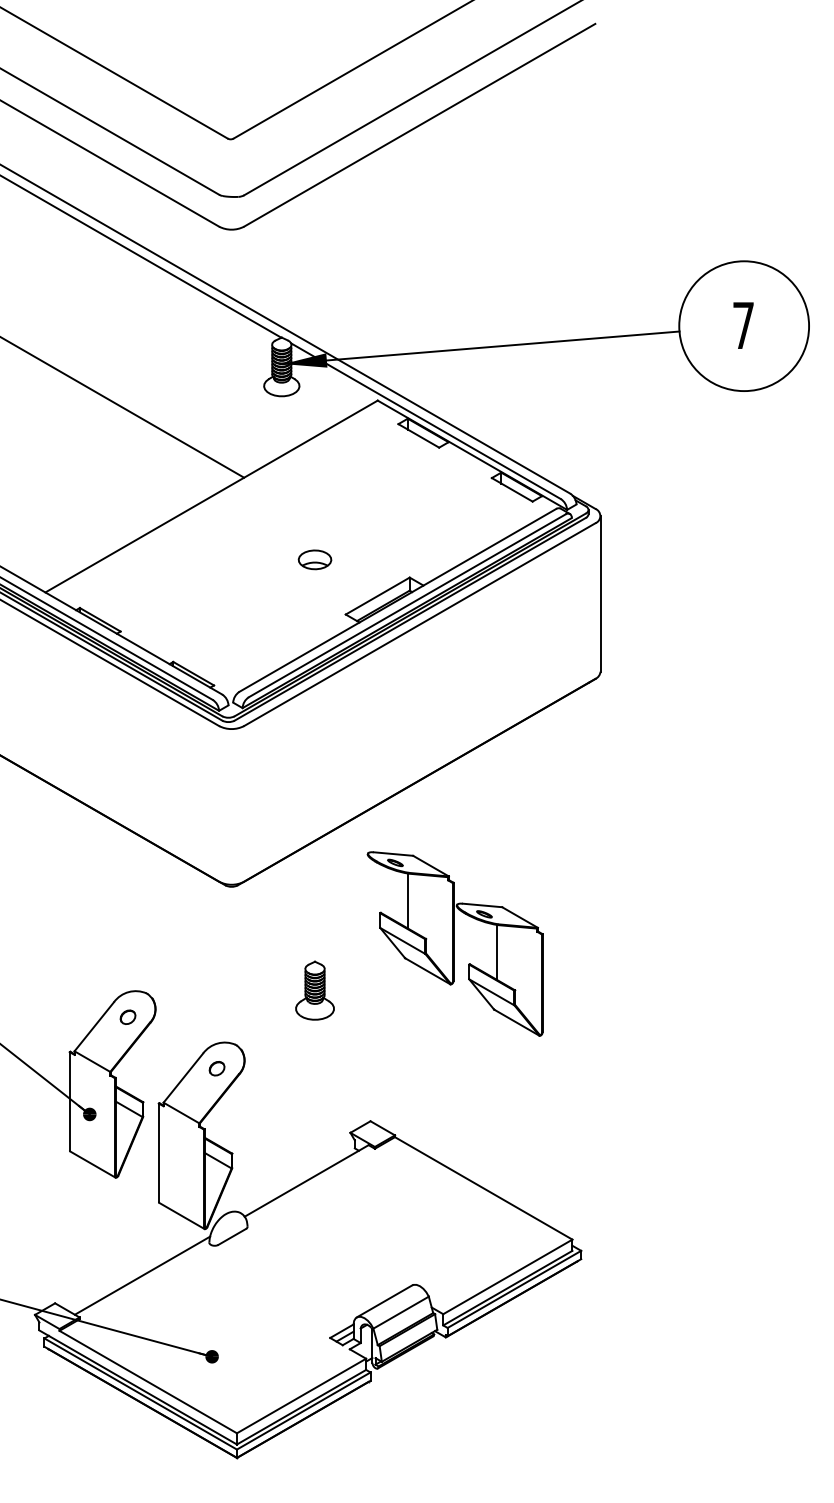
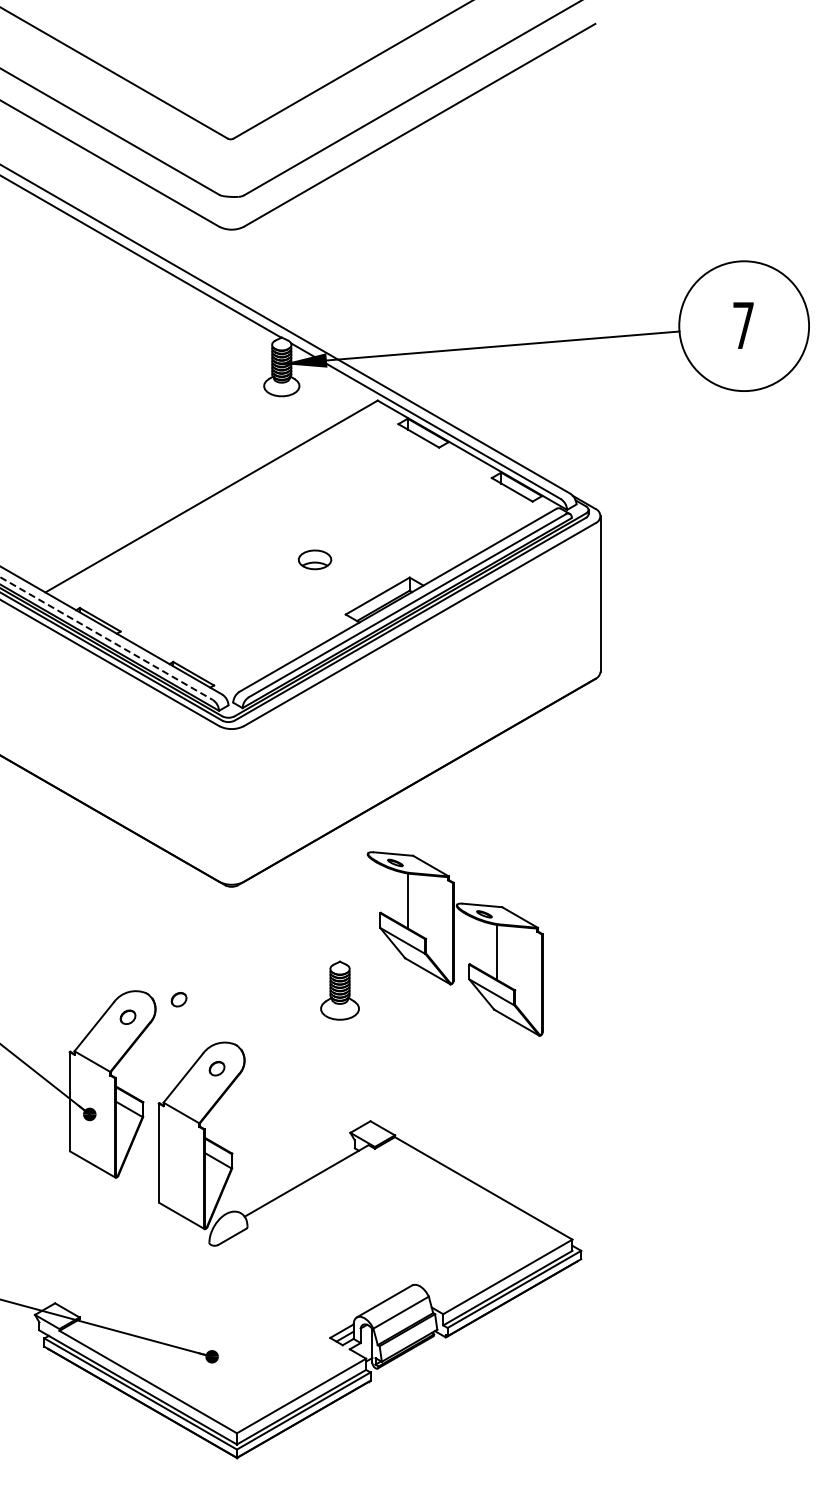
line at (123, 407): present -> none
line at (107, 639): solid -> dashed
part at (314, 990) position: (314, 990) -> (339, 990)
part at (178, 999): none -> present
line at (142, 1275): present -> none
